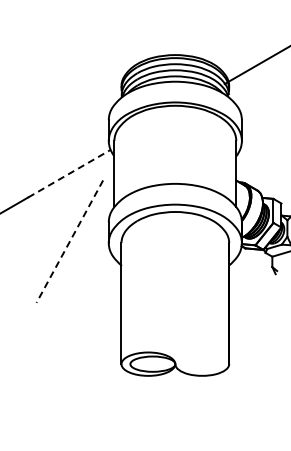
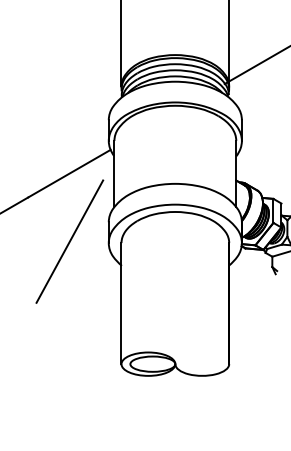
line at (121, 44): none -> present
line at (229, 44): none -> present
line at (69, 173): dashed -> solid
line at (69, 241): dashed -> solid
